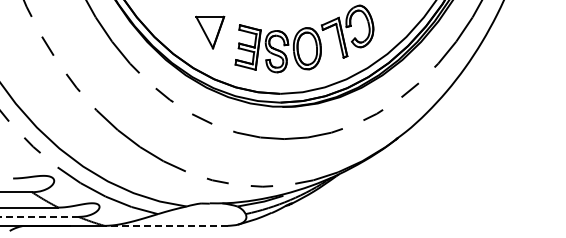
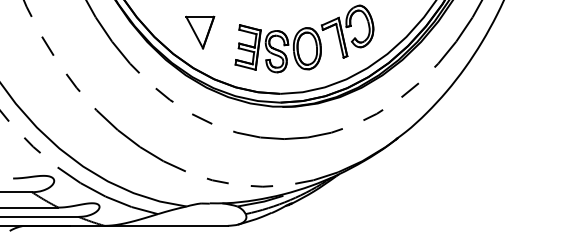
part at (210, 32) position: (210, 32) -> (200, 32)
line at (39, 216): dashed -> solid
line at (166, 225): dashed -> solid
